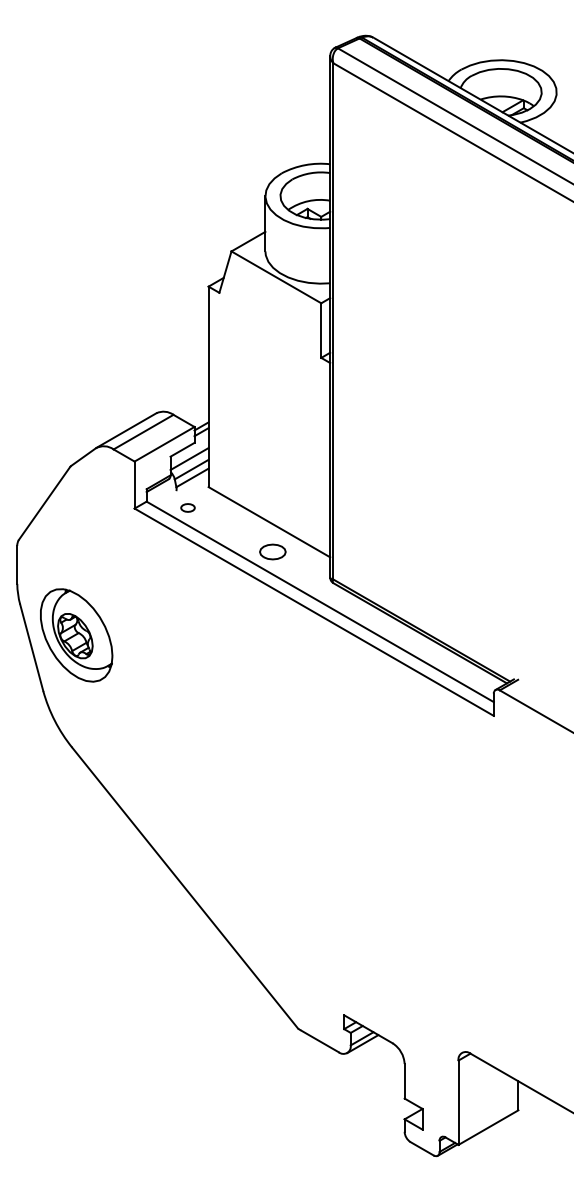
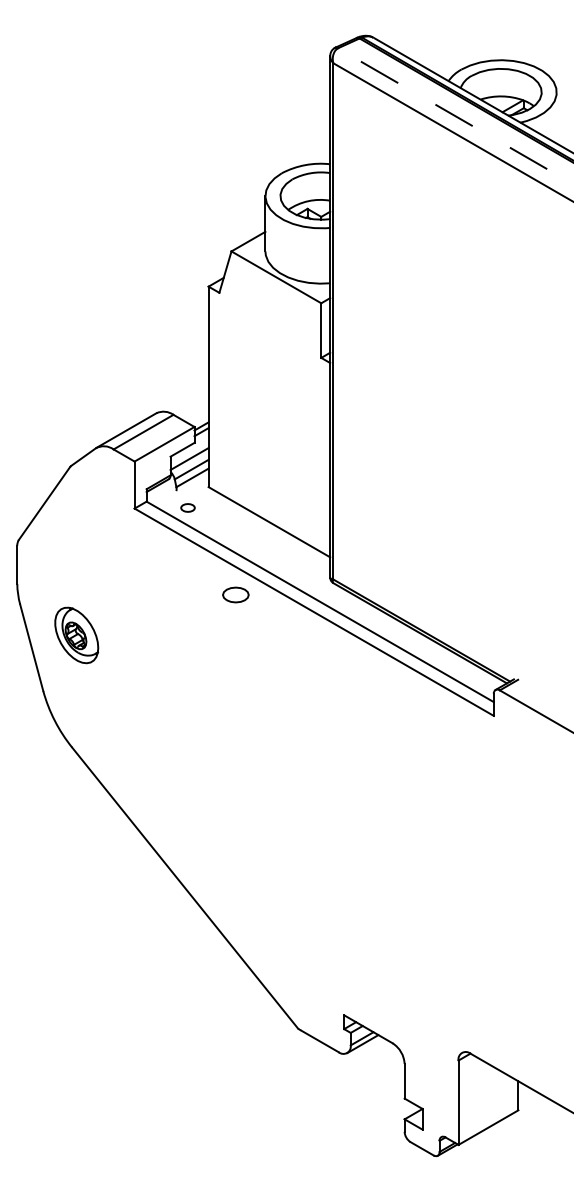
line at (455, 116): solid -> dashed
part at (272, 551) position: (272, 551) -> (235, 594)
part at (76, 635) size: 74x95 px -> 46x59 px
